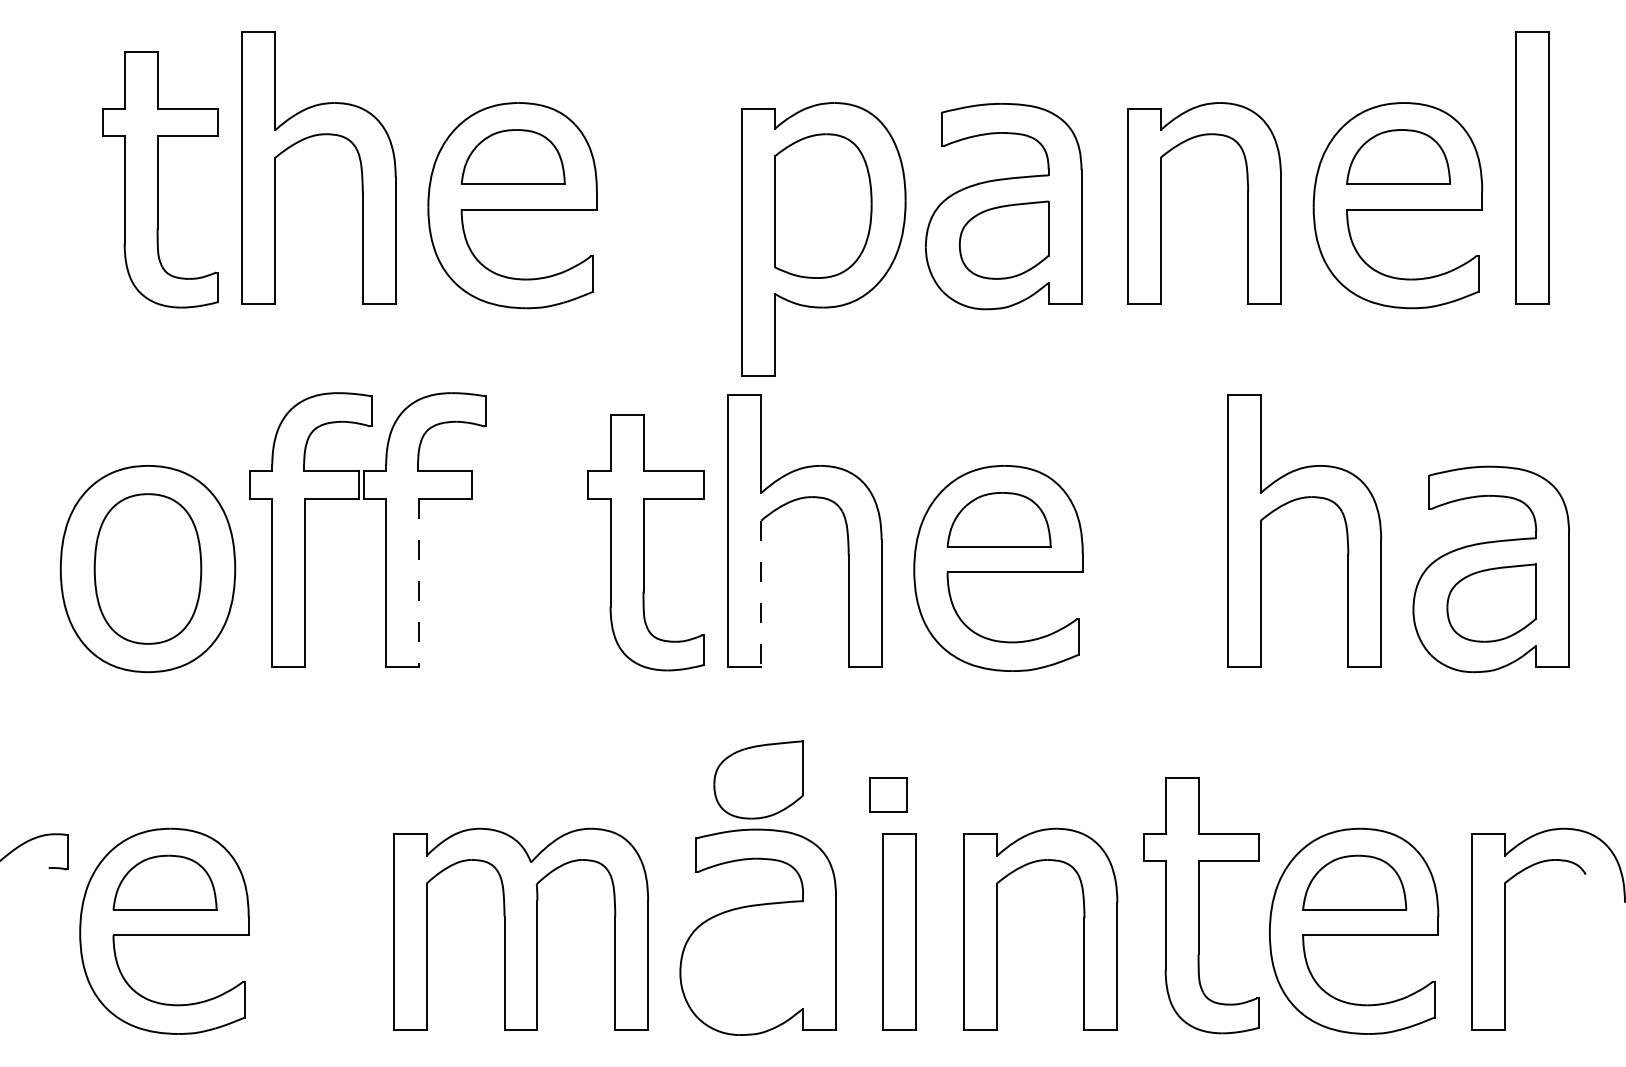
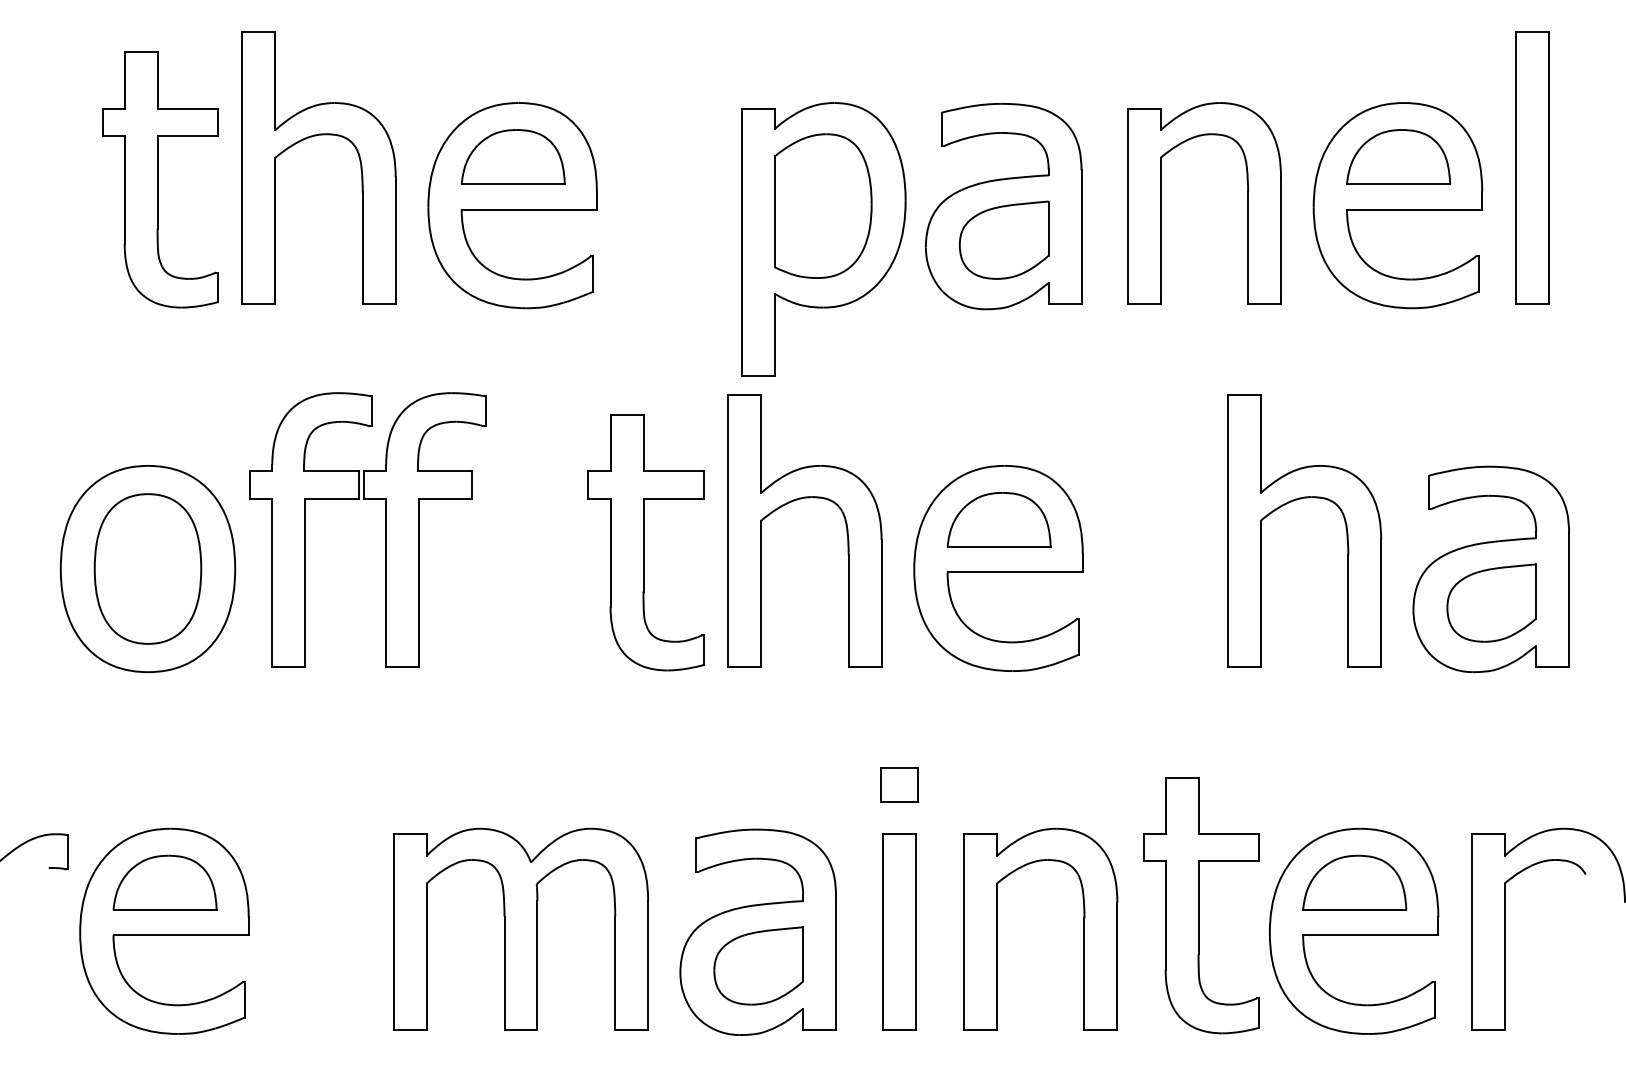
line at (419, 583): dashed -> solid
line at (761, 593): dashed -> solid
part at (758, 779) position: (758, 779) -> (758, 965)
part at (888, 794) position: (888, 794) -> (899, 784)
